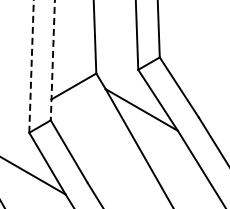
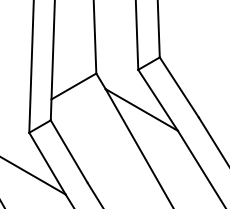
line at (52, 60): dashed -> solid
line at (31, 65): dashed -> solid
